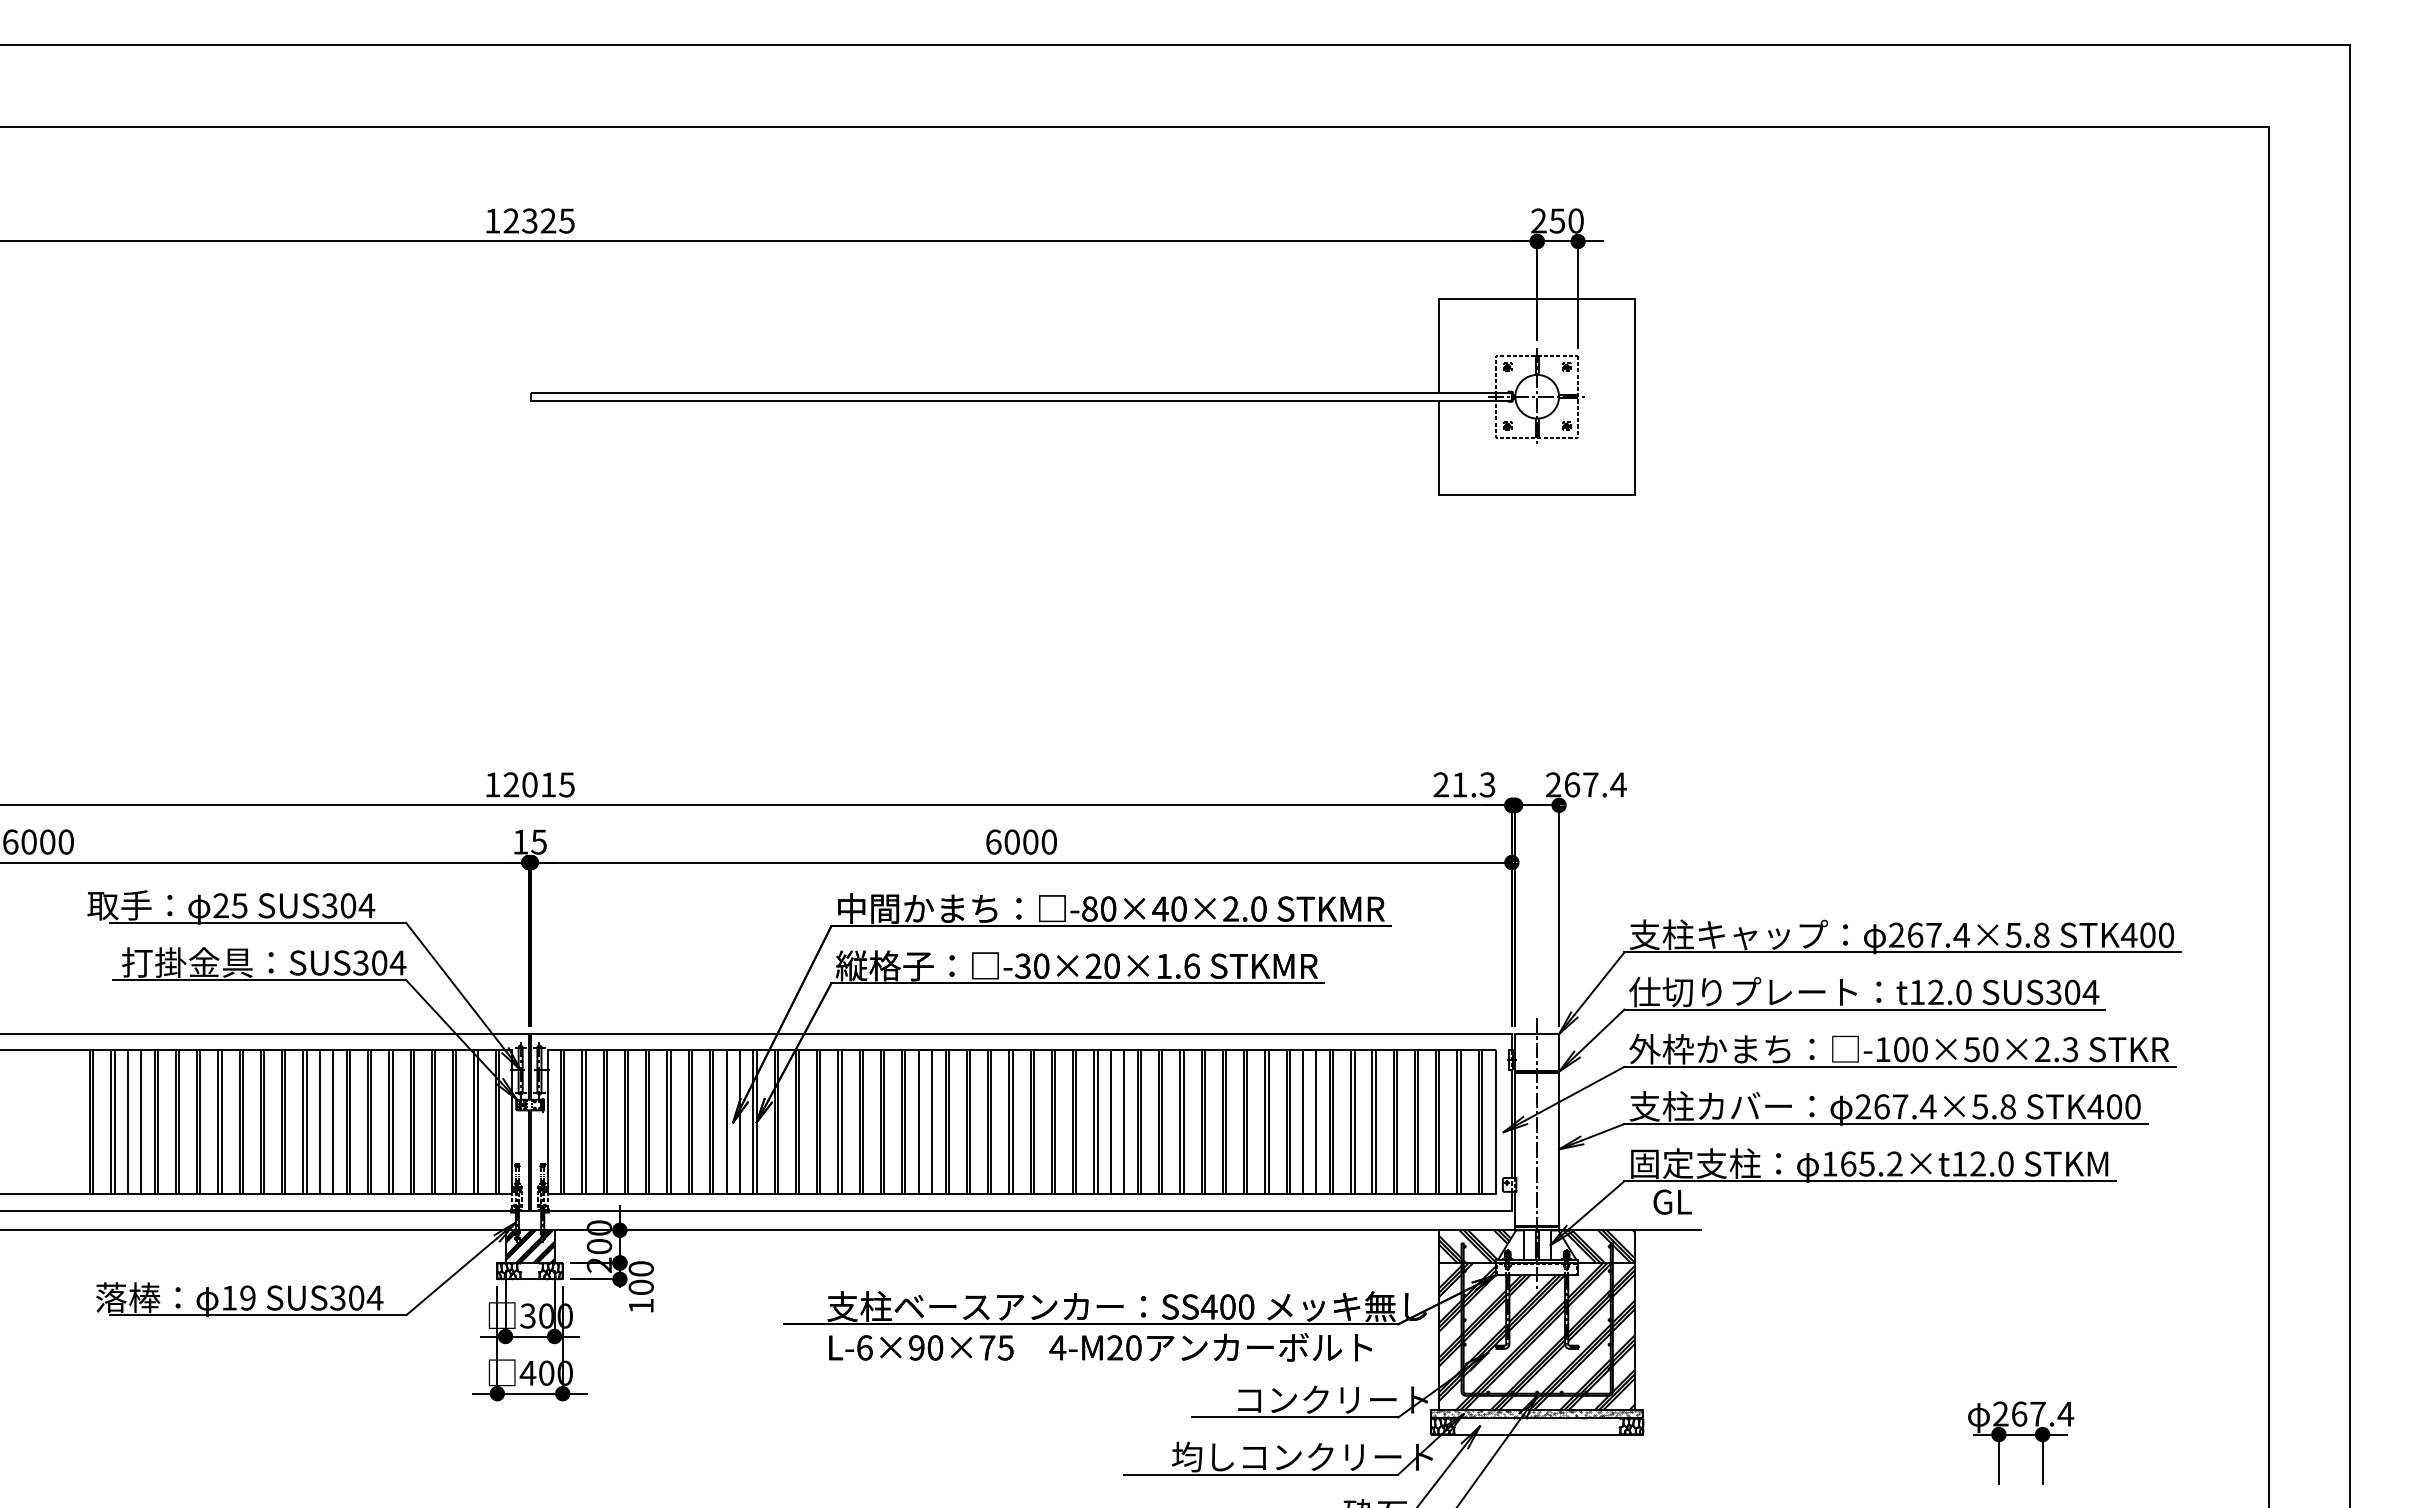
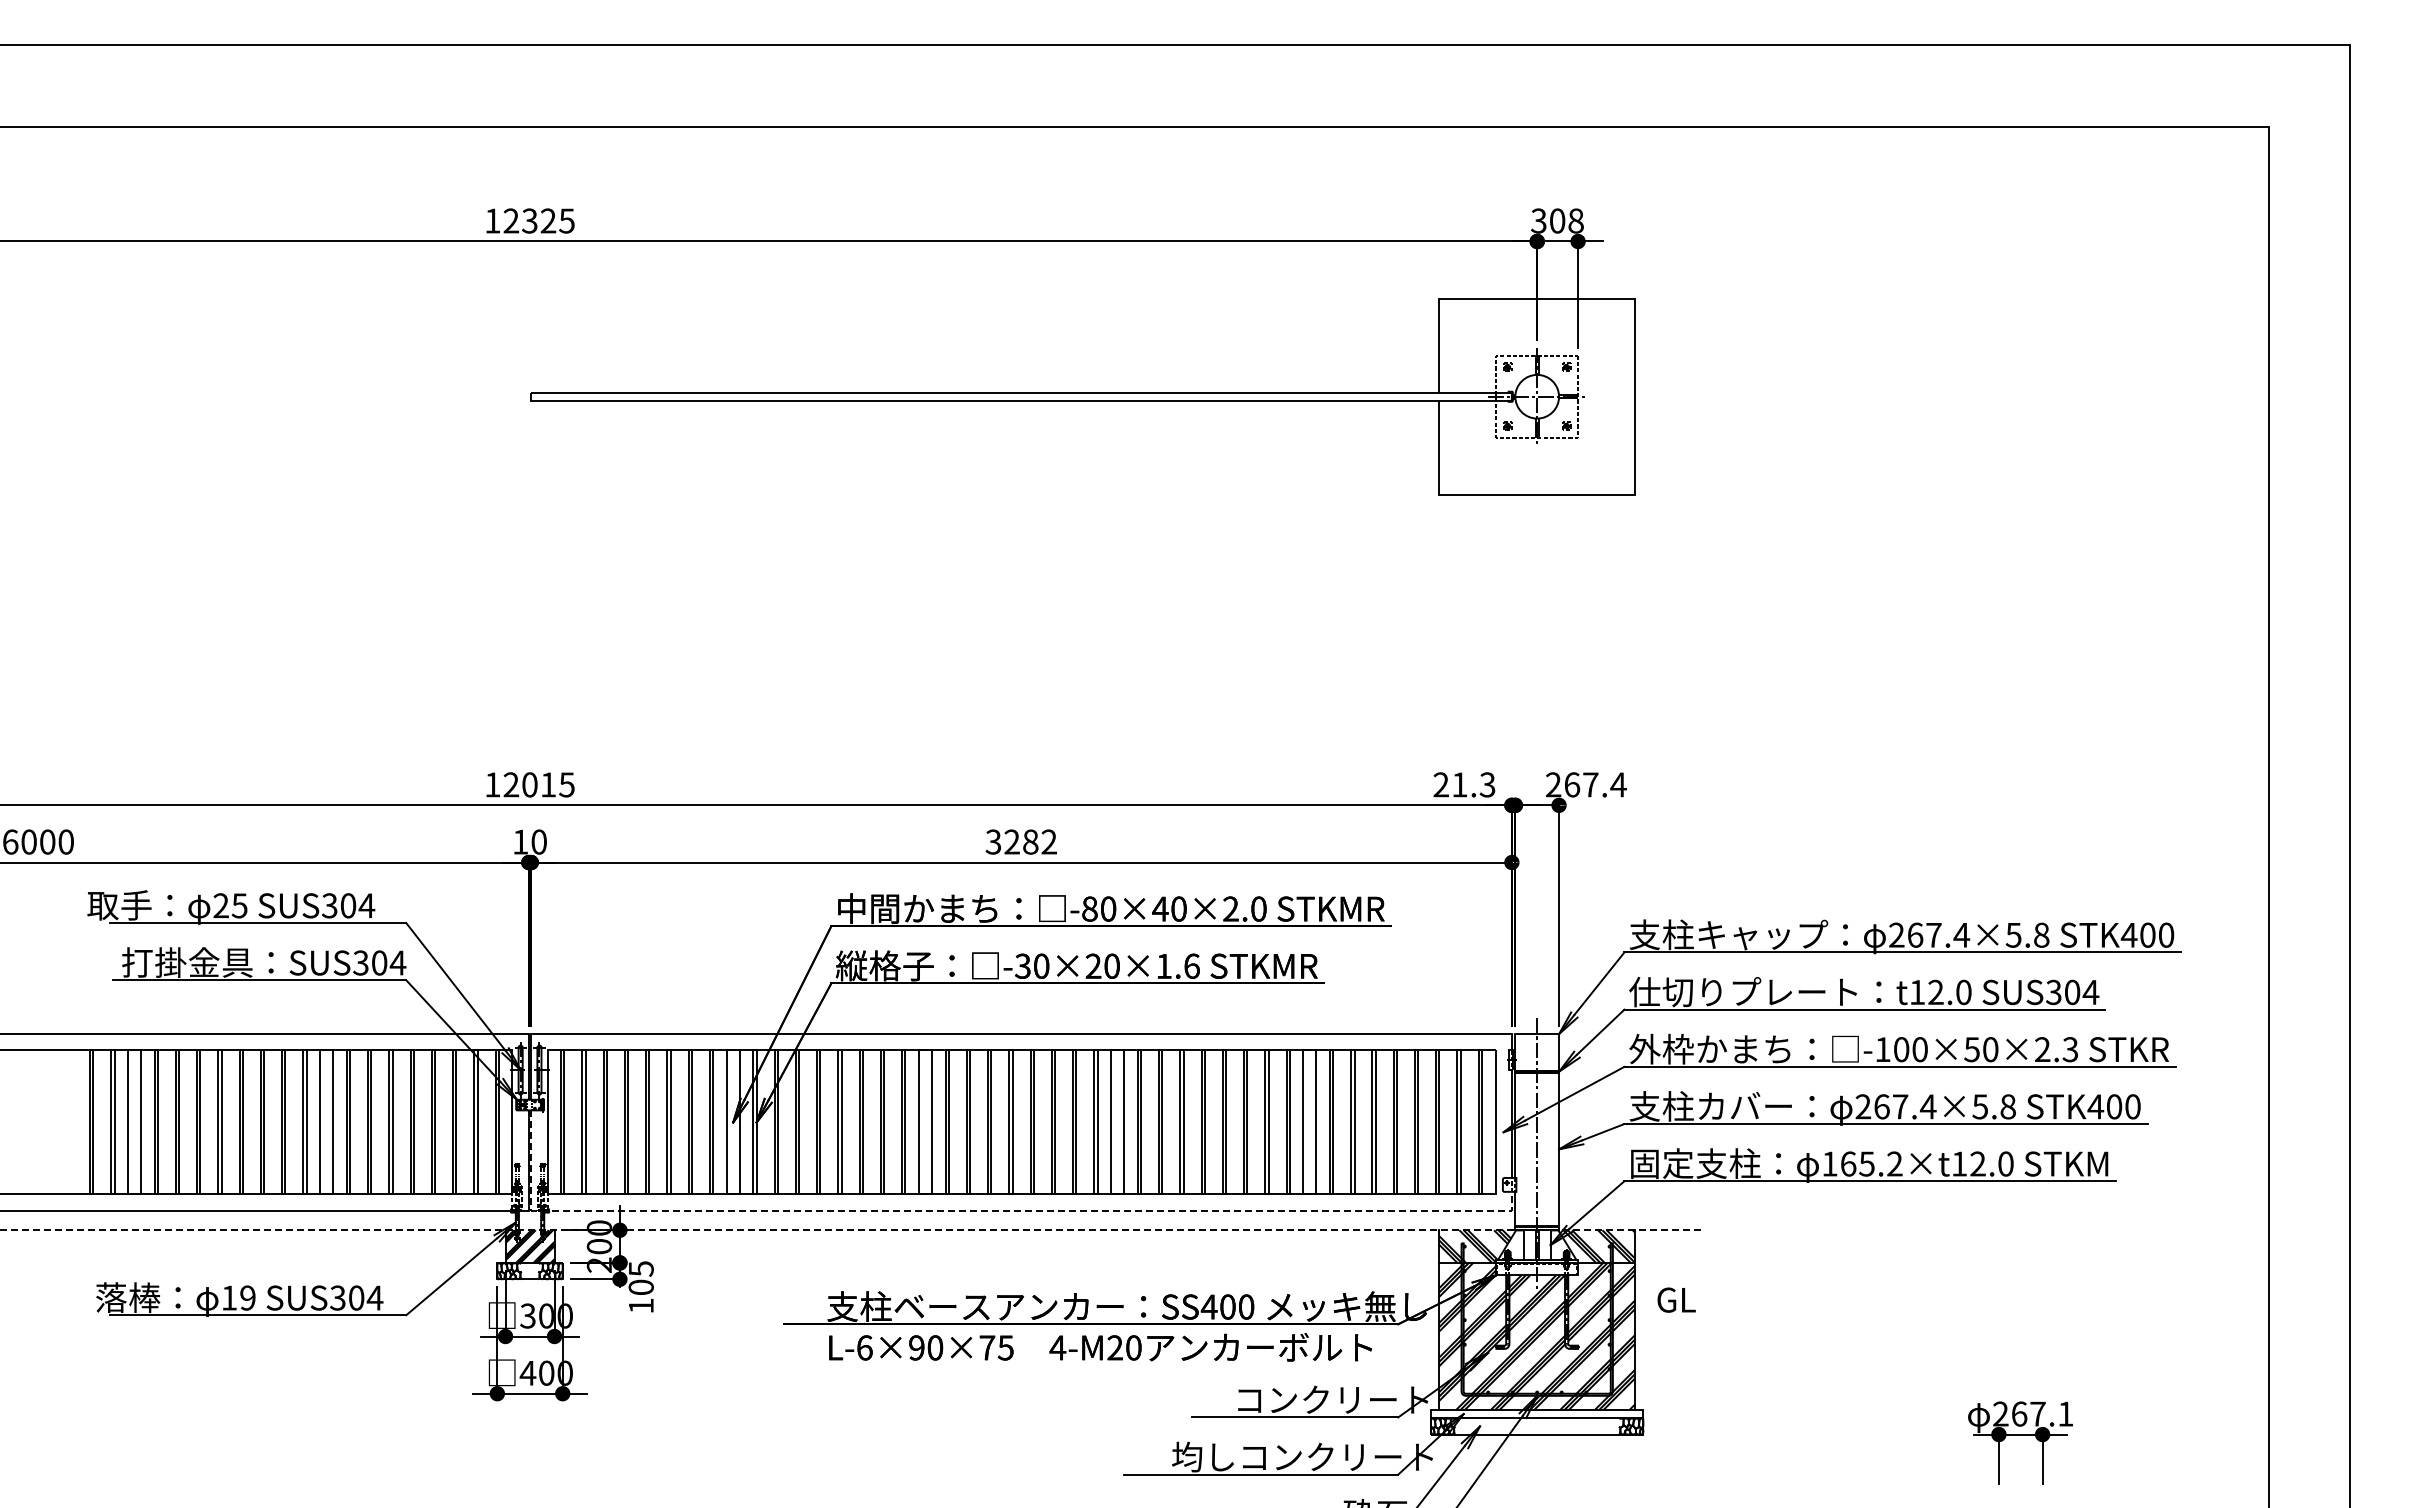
text at (1557, 220): 250 -> 308
text at (538, 841): 15 -> 10
text at (1020, 841): 6000 -> 3282
text at (1672, 1201) position: (1672, 1201) -> (1676, 1299)
line at (981, 1210): solid -> dashed
line at (849, 1230): solid -> dashed
text at (640, 1268): 100 -> 105
text at (2065, 1413): 267.4 -> 267.1
hatch at (1536, 1414): present -> none
